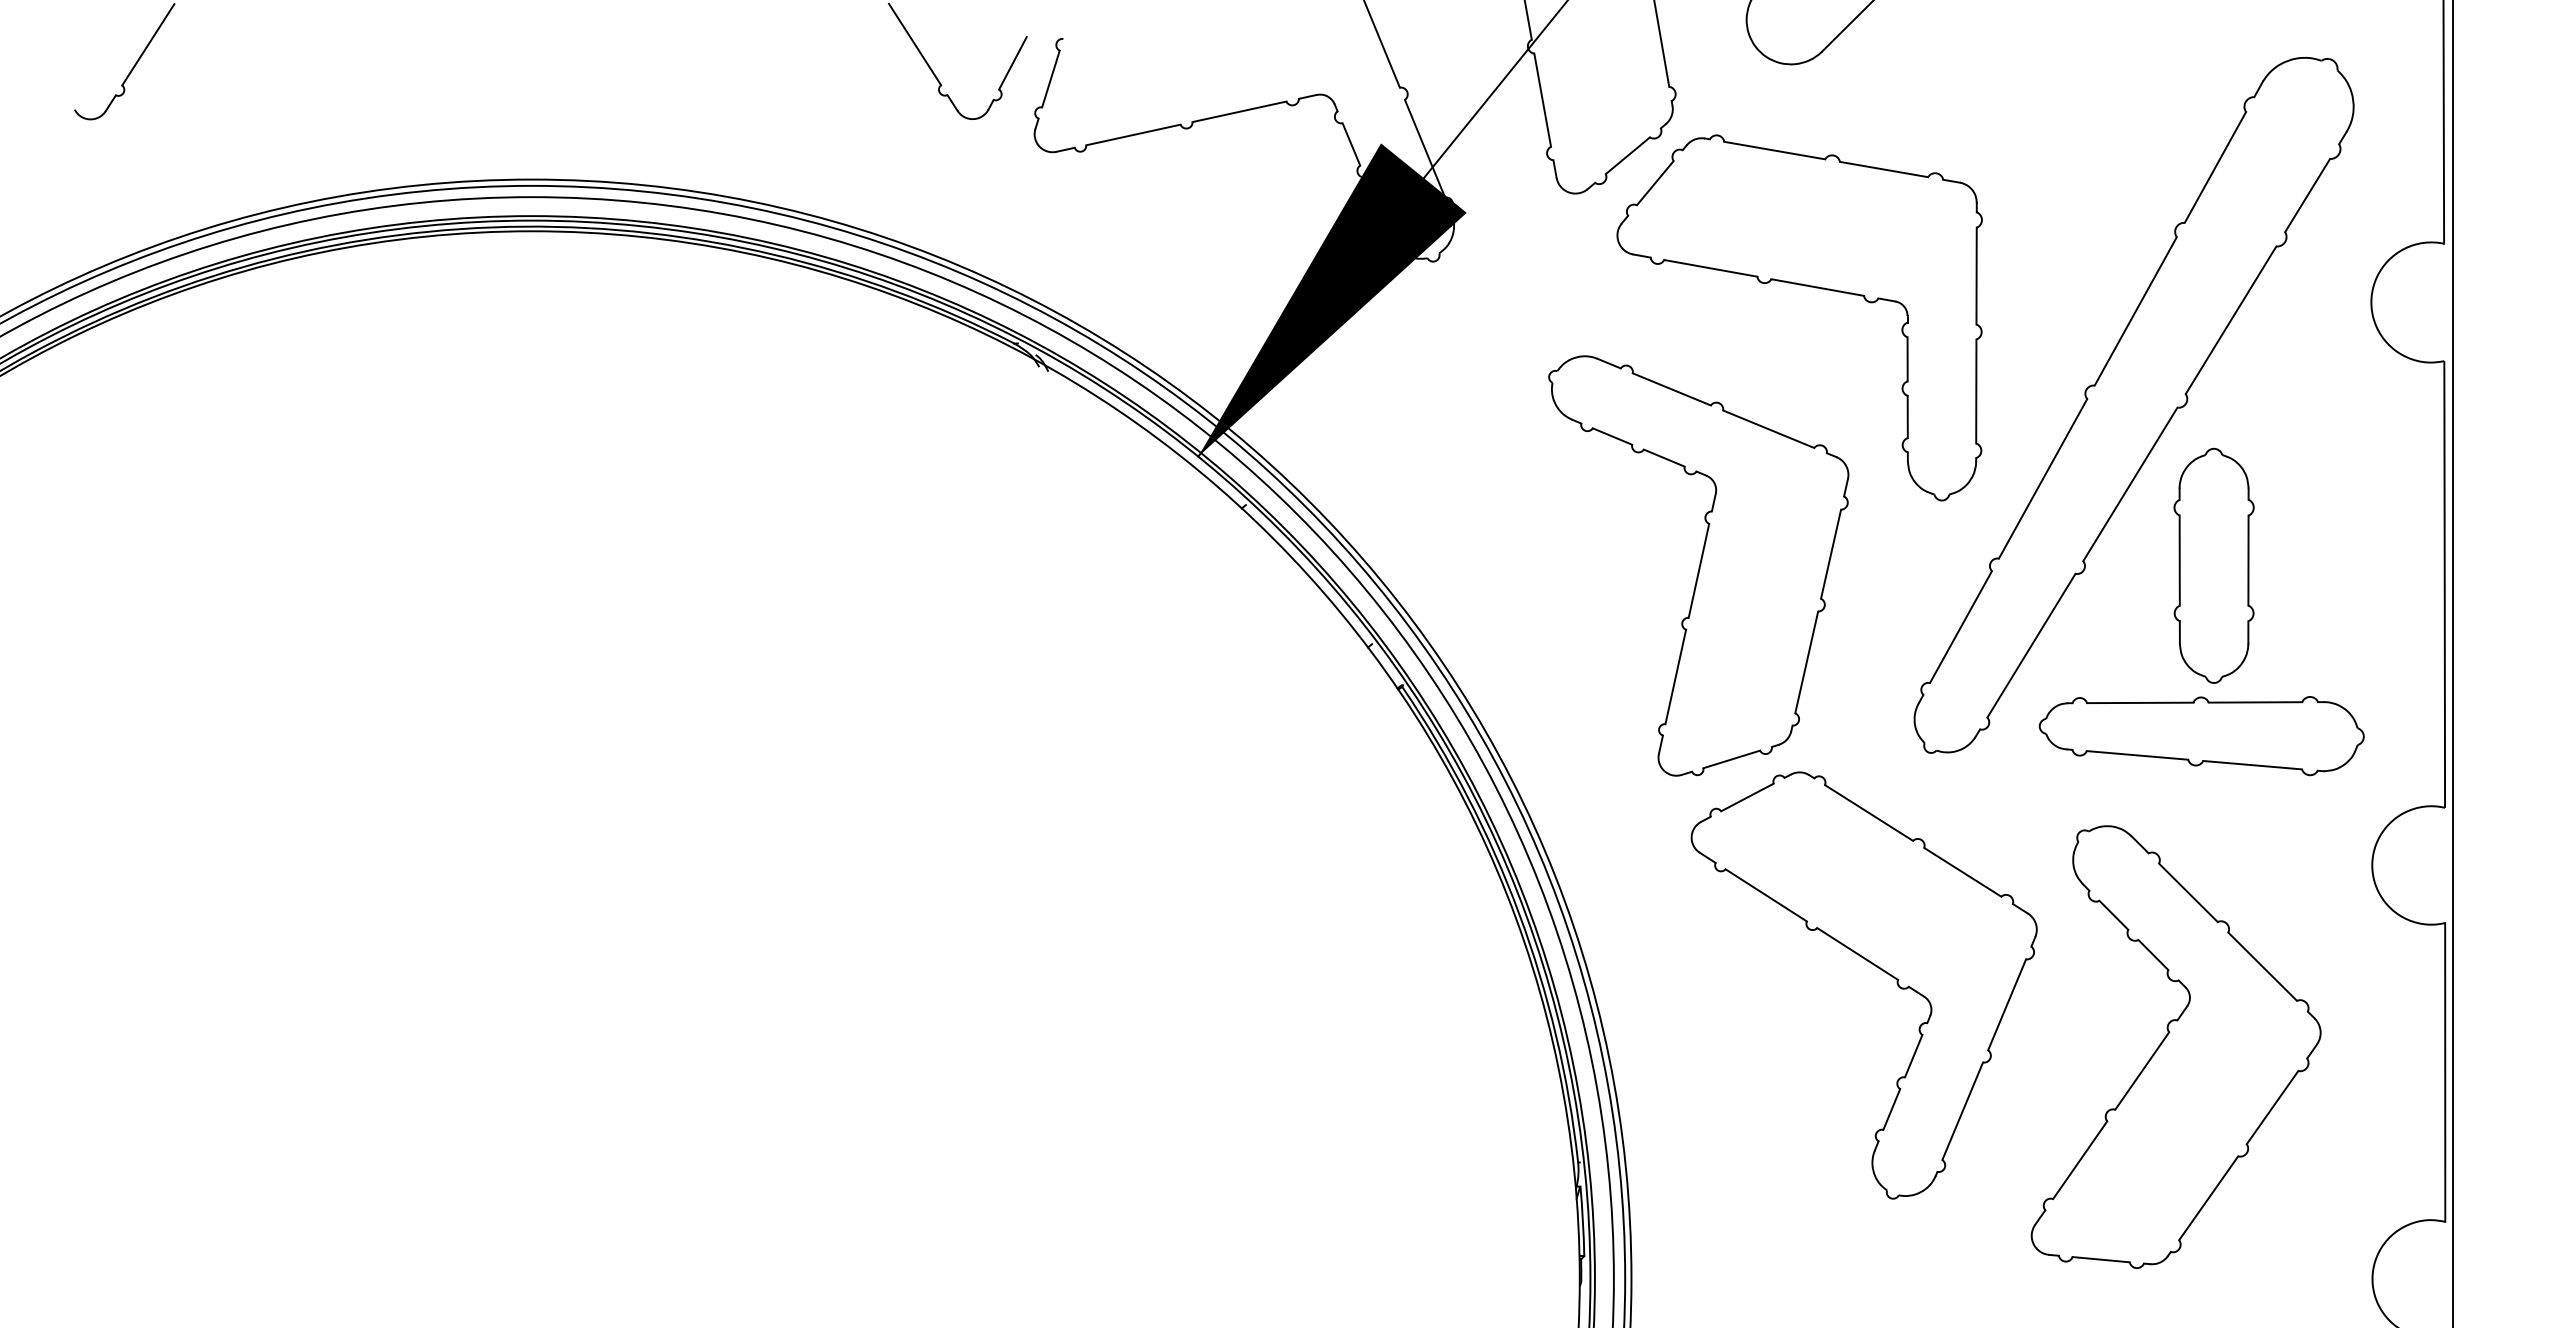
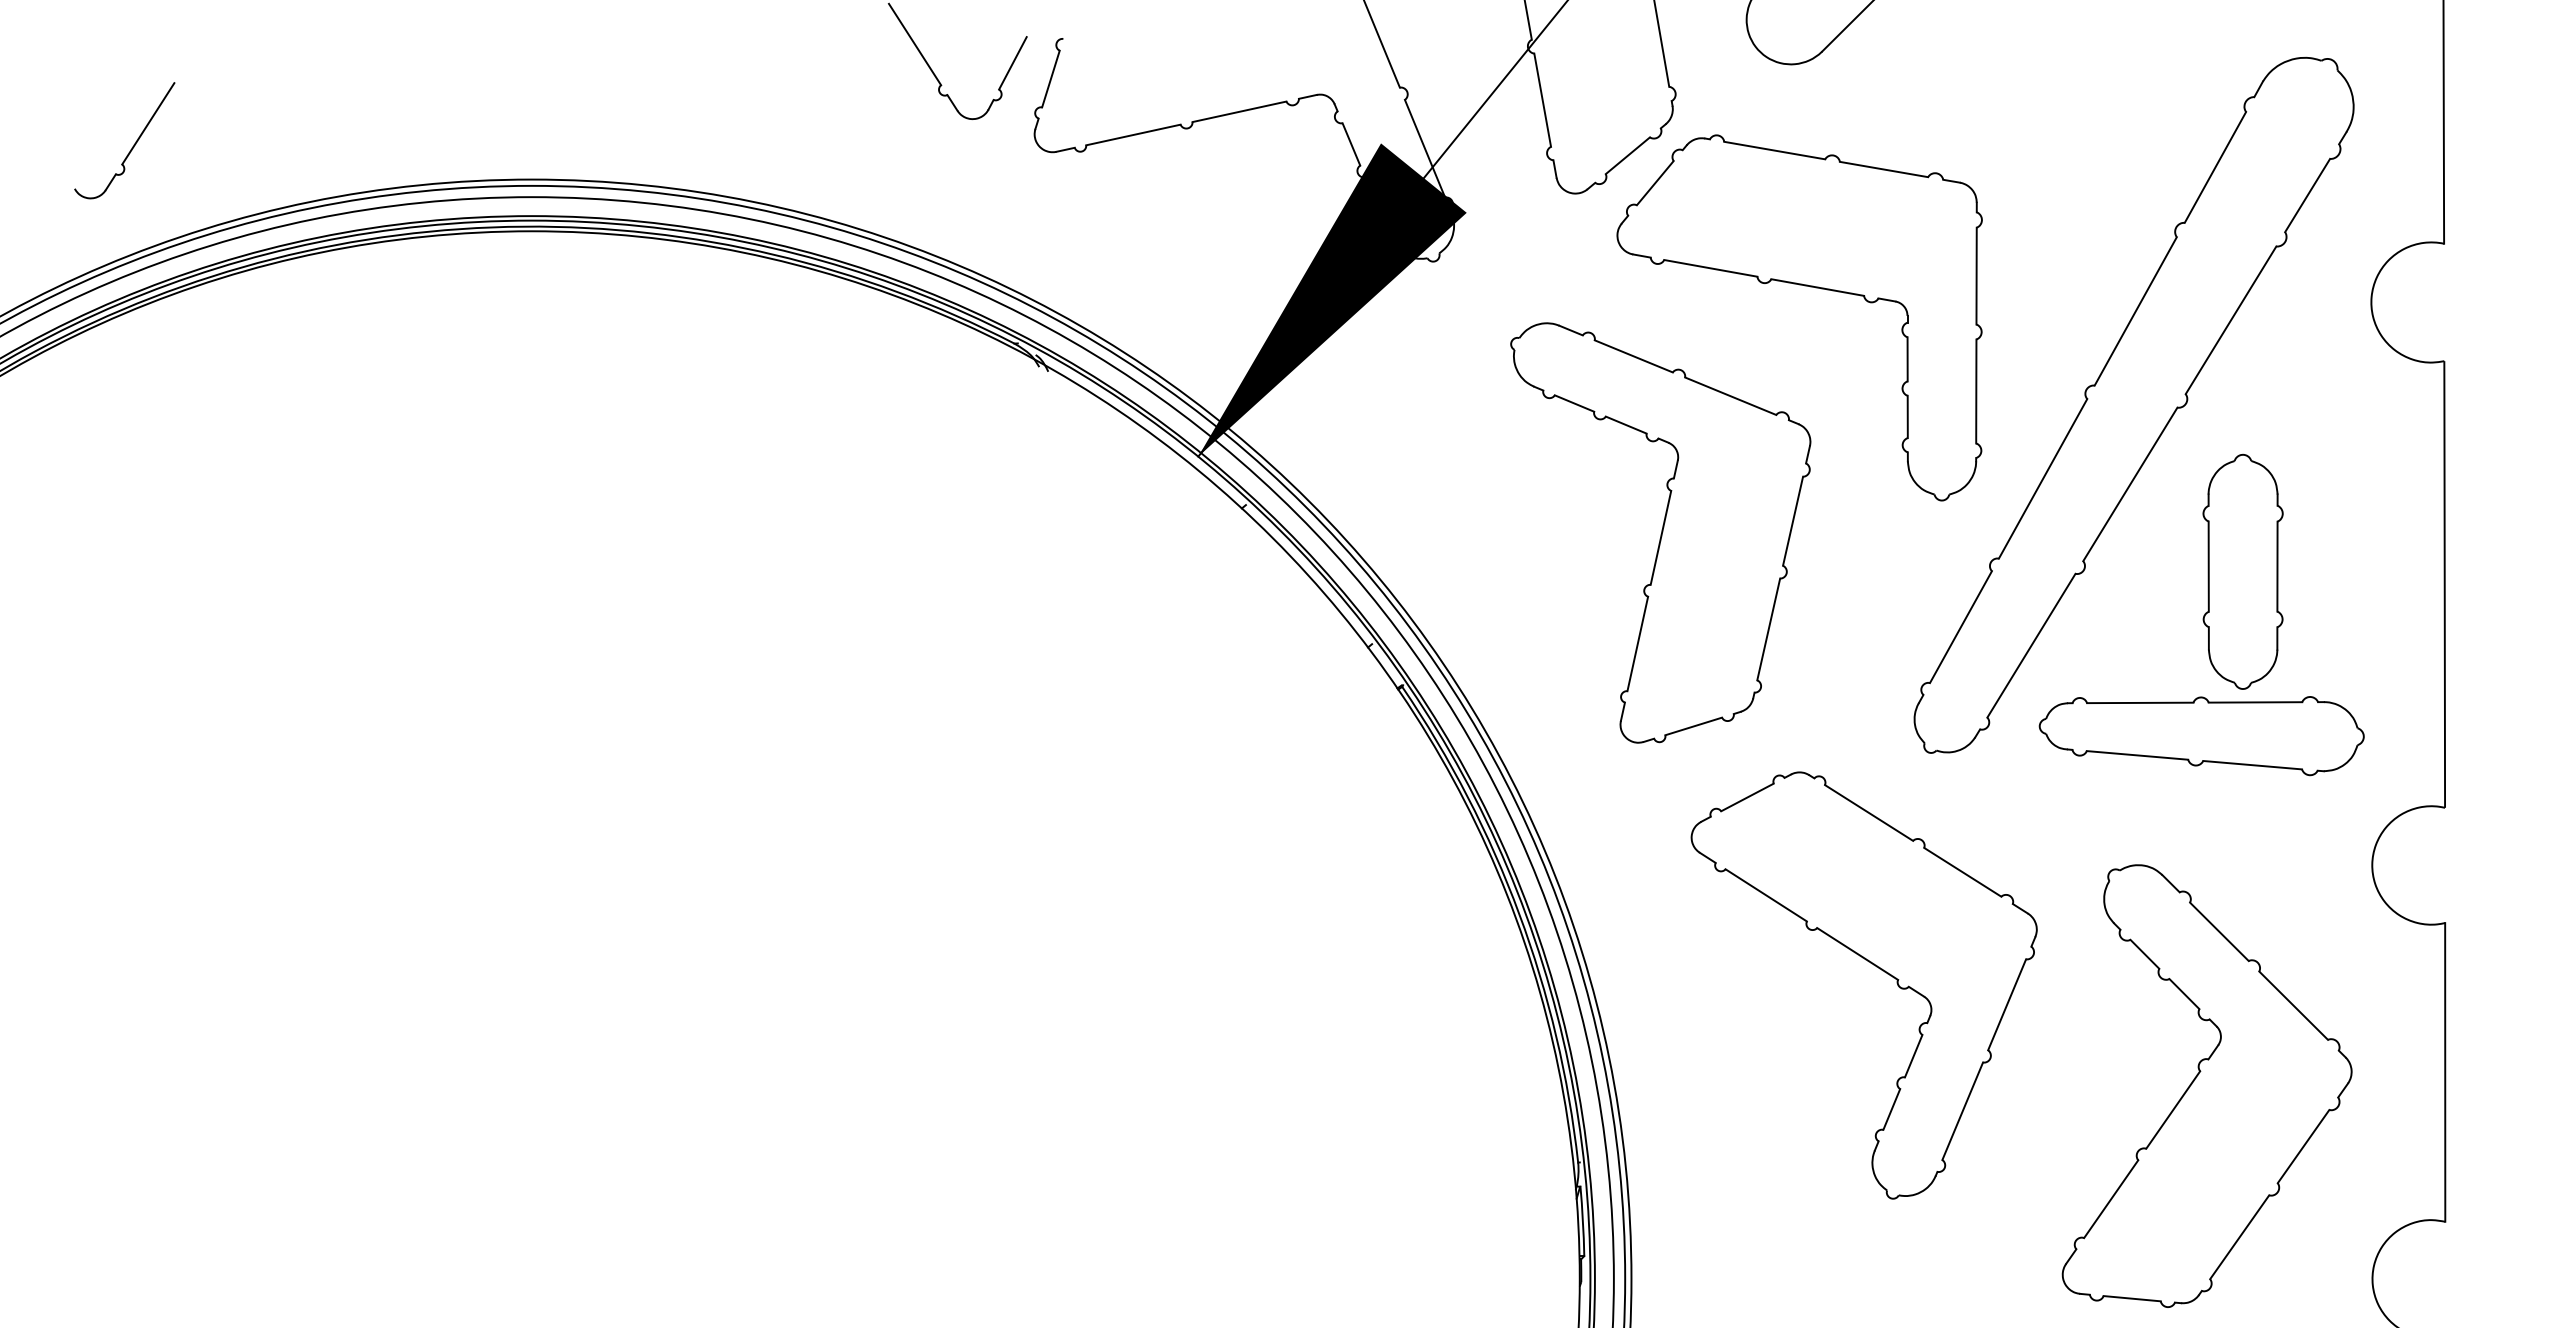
part at (133, 65) position: (133, 65) -> (133, 144)
part at (1698, 565) position: (1698, 565) -> (1660, 532)
part at (2213, 565) position: (2213, 565) -> (2242, 571)
line at (2453, 663): present -> none
part at (2175, 1046) position: (2175, 1046) -> (2206, 1085)
